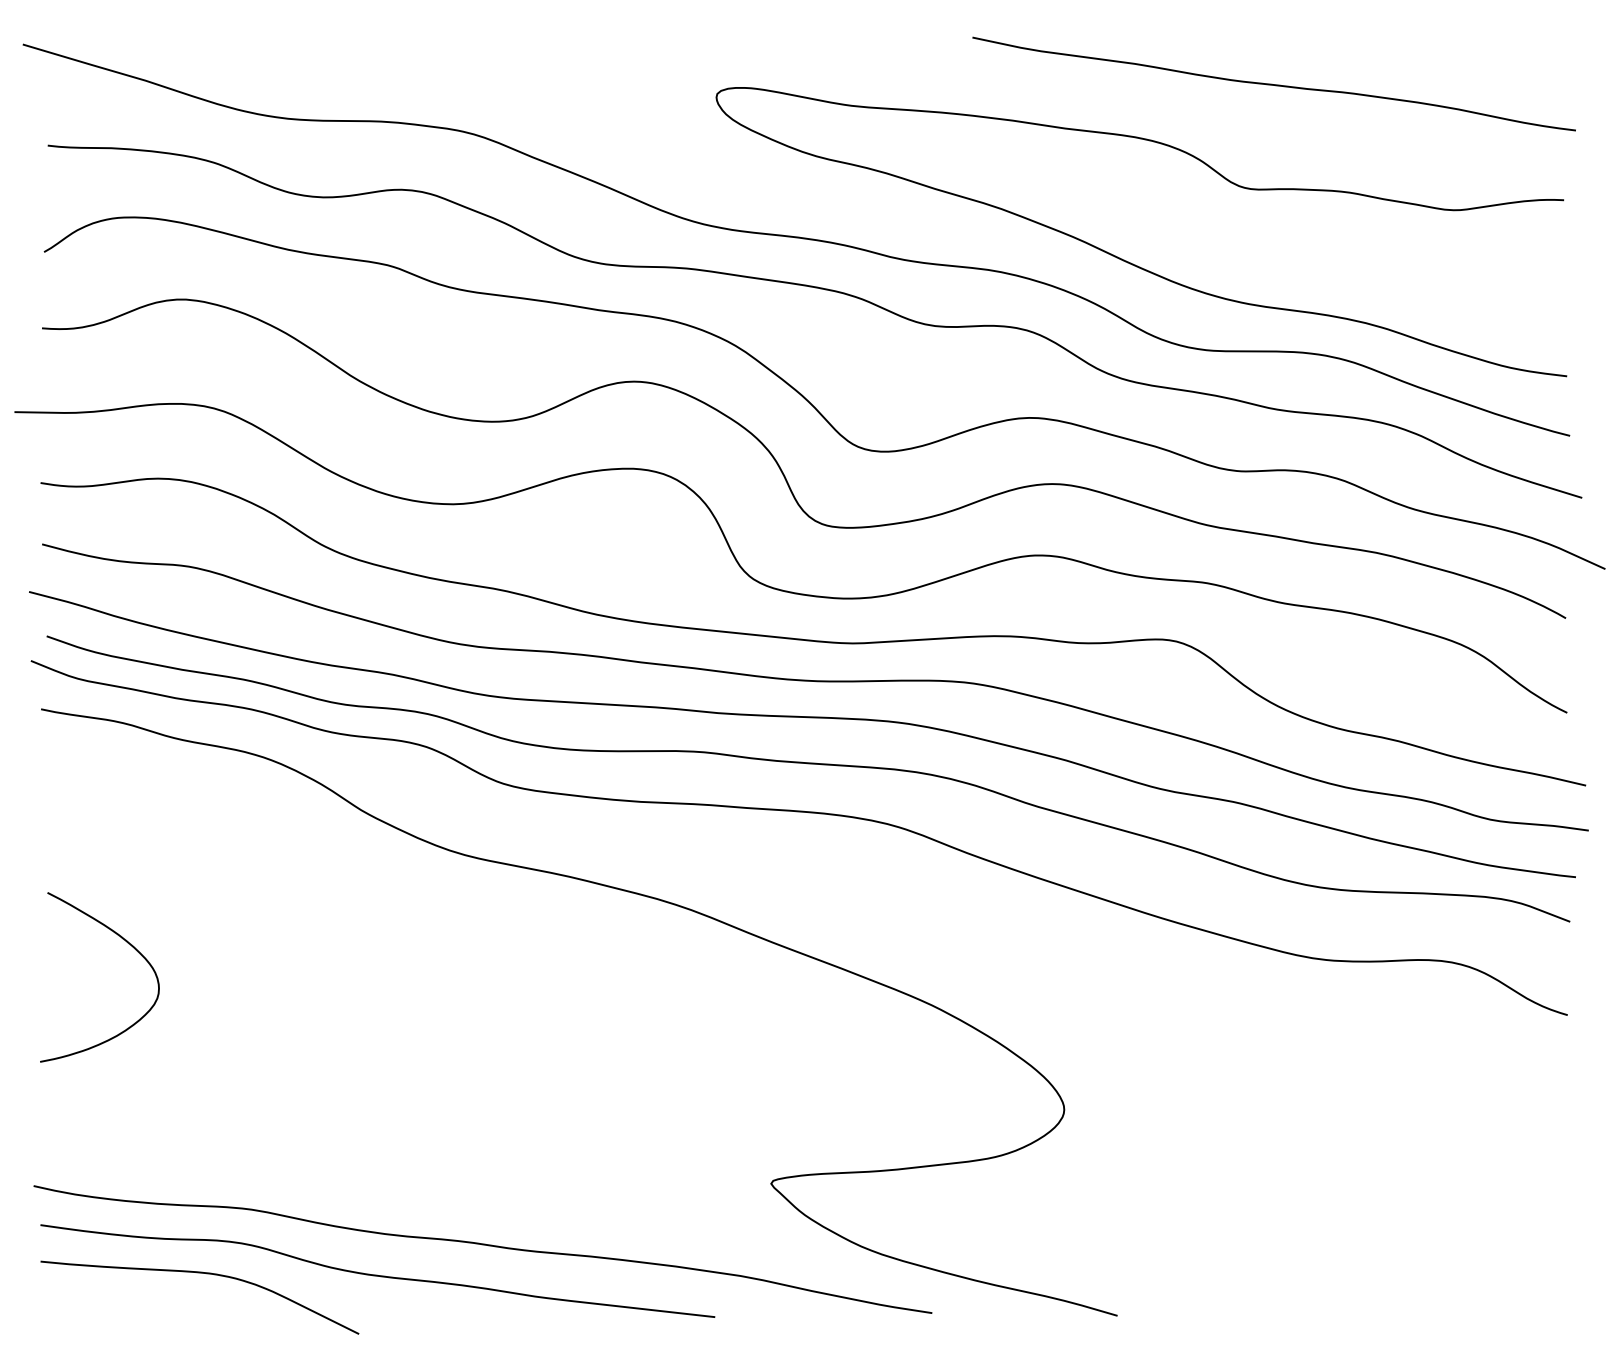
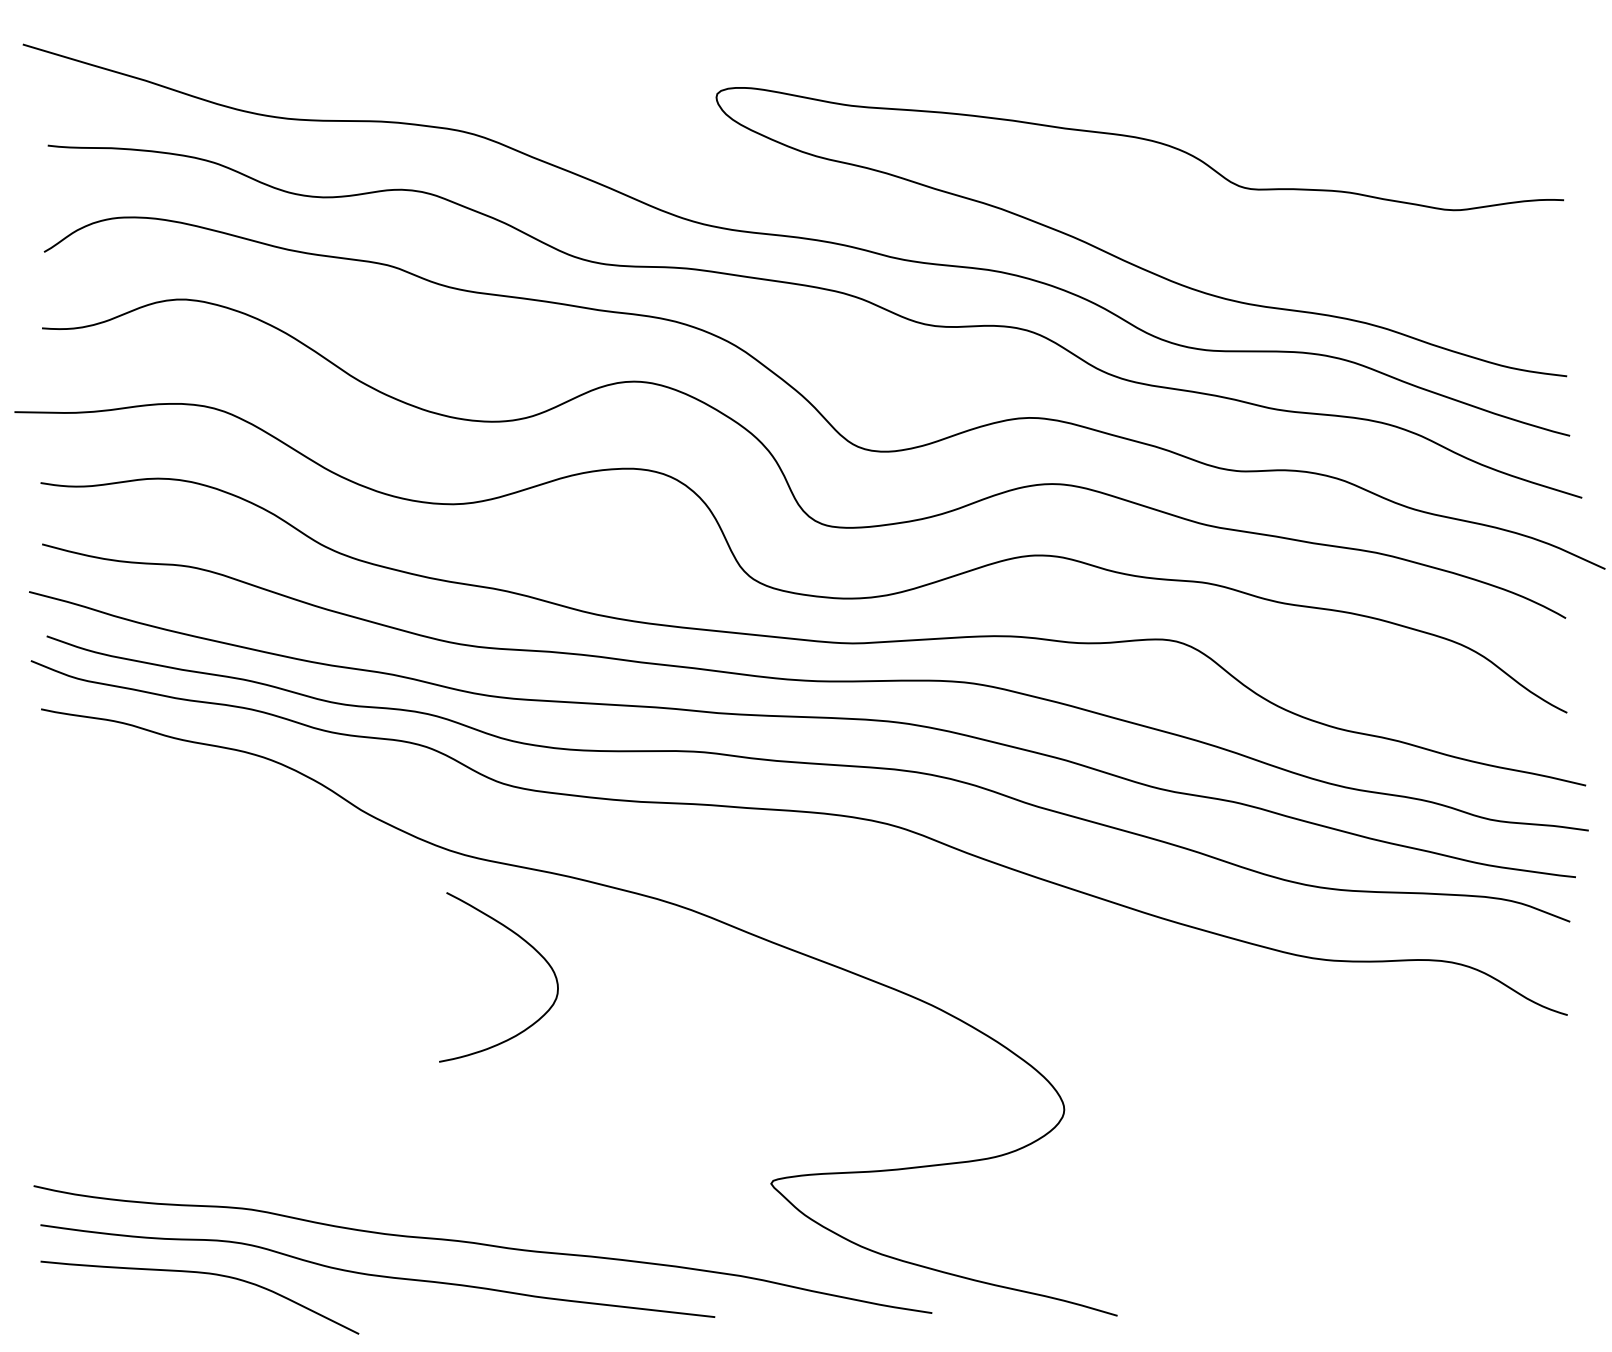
curve at (1272, 83): present -> none
curve at (127, 943) position: (127, 943) -> (526, 943)
